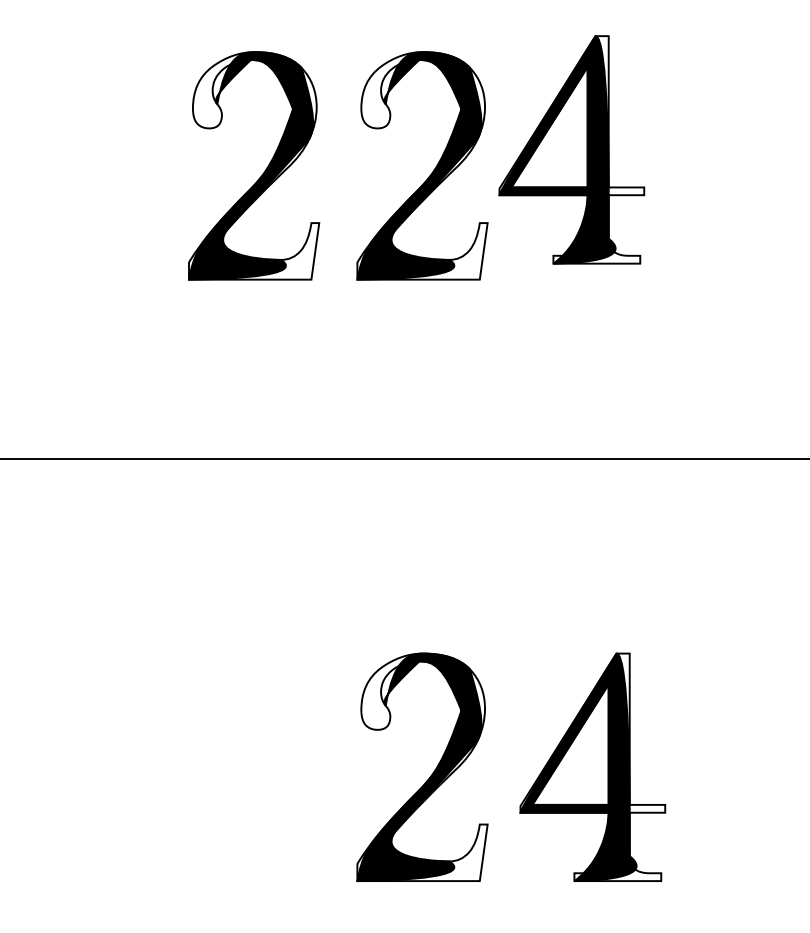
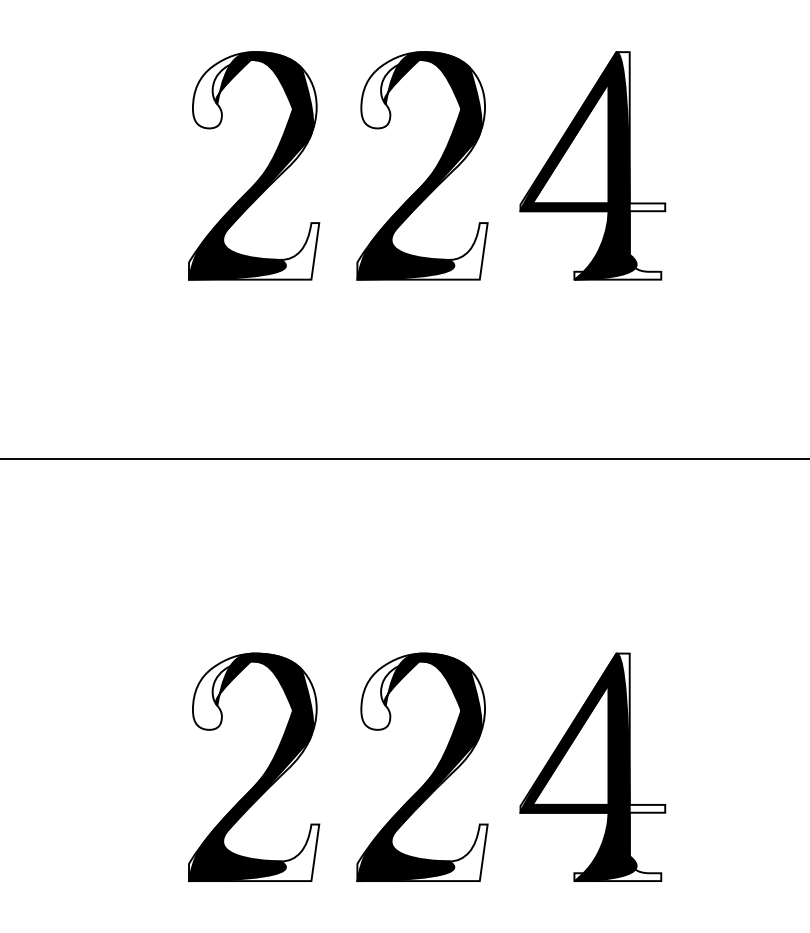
part at (571, 149) position: (571, 149) -> (592, 165)
part at (263, 773): none -> present
